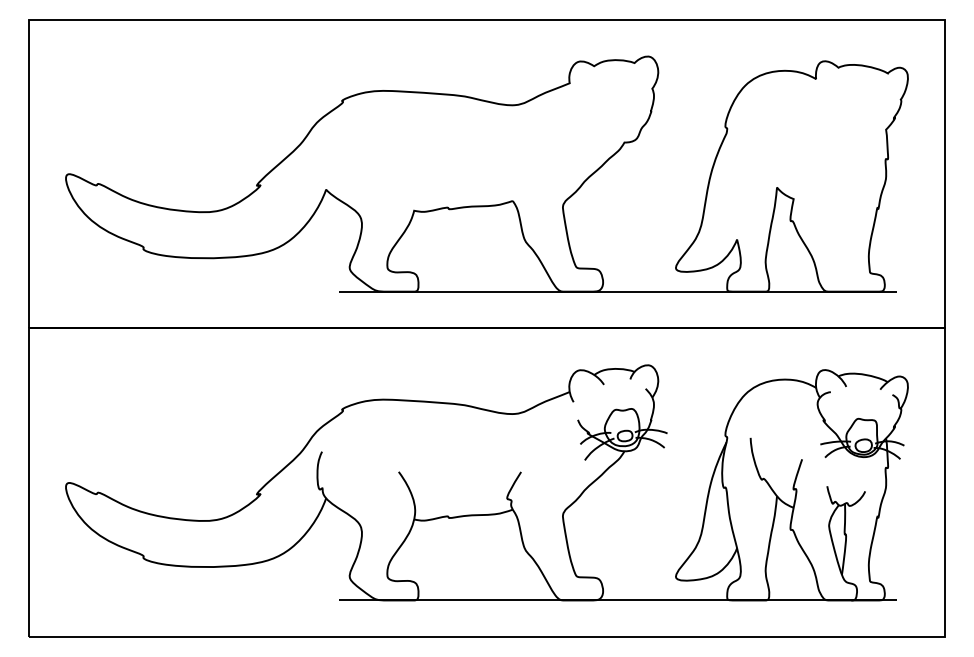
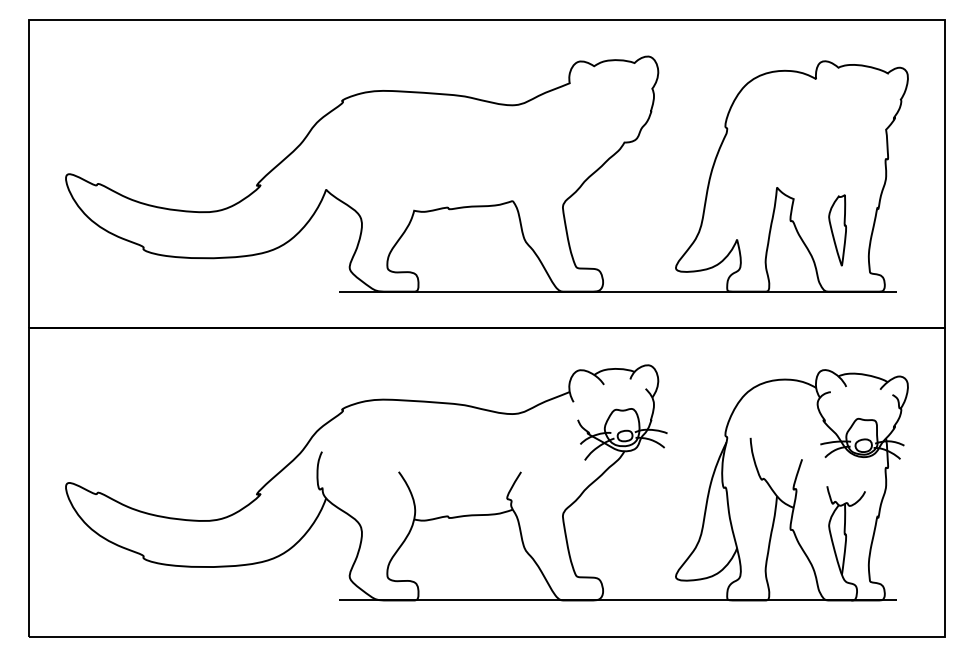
part at (837, 230): none -> present
